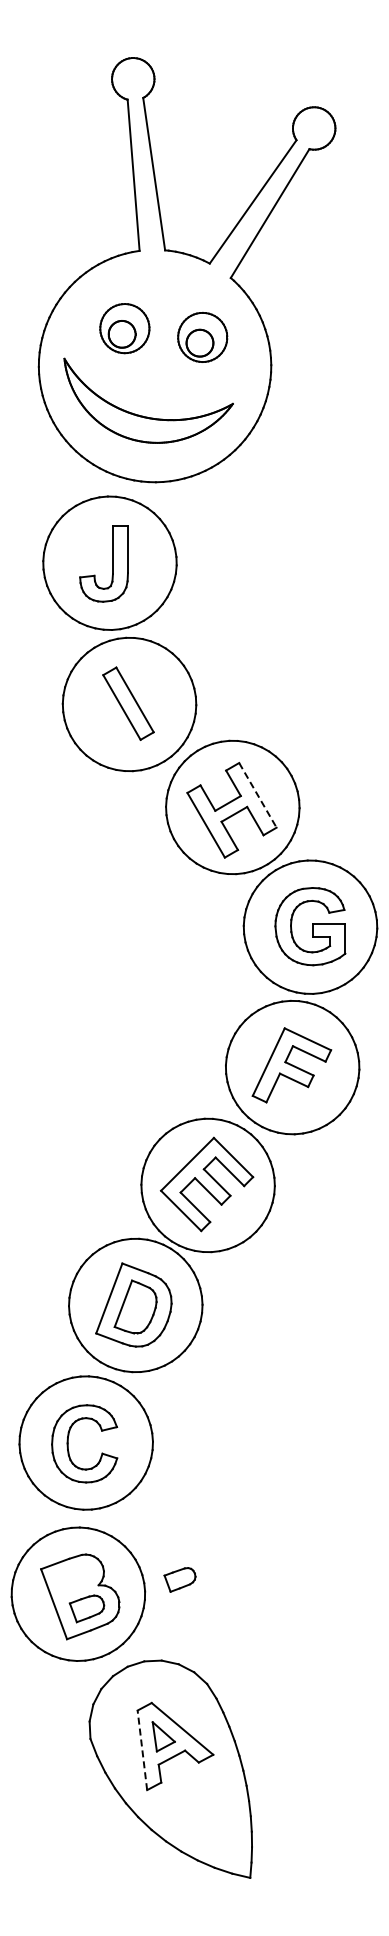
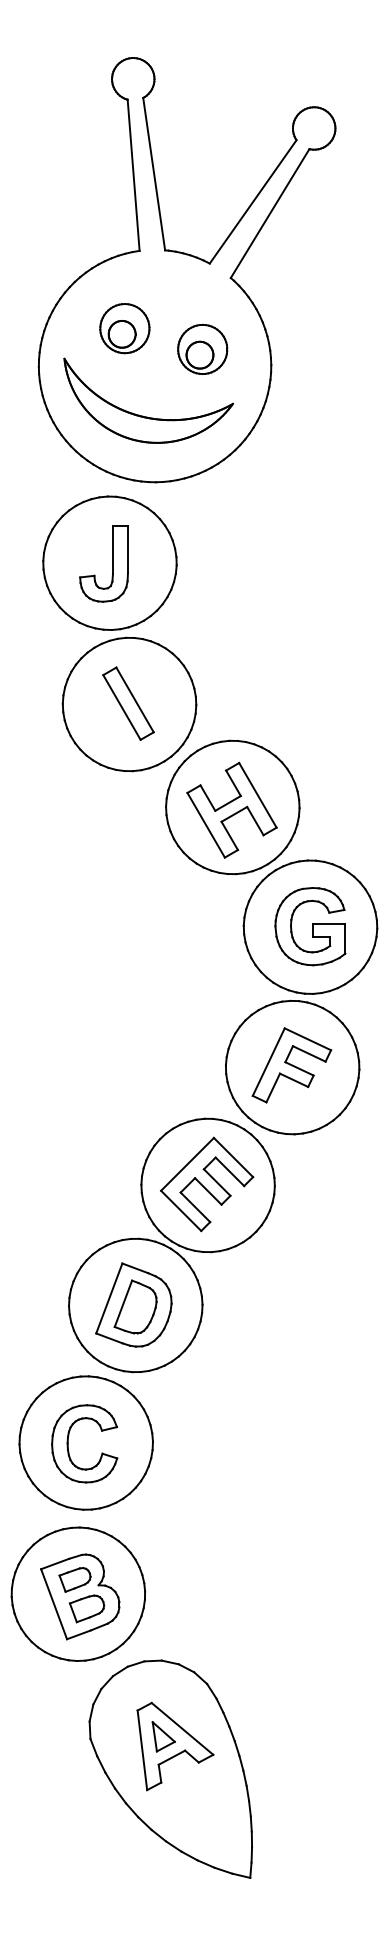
part at (202, 337) position: (202, 337) -> (202, 349)
line at (258, 795): dashed -> solid
part at (179, 1579) position: (179, 1579) -> (74, 1579)
line at (142, 1749): dashed -> solid
